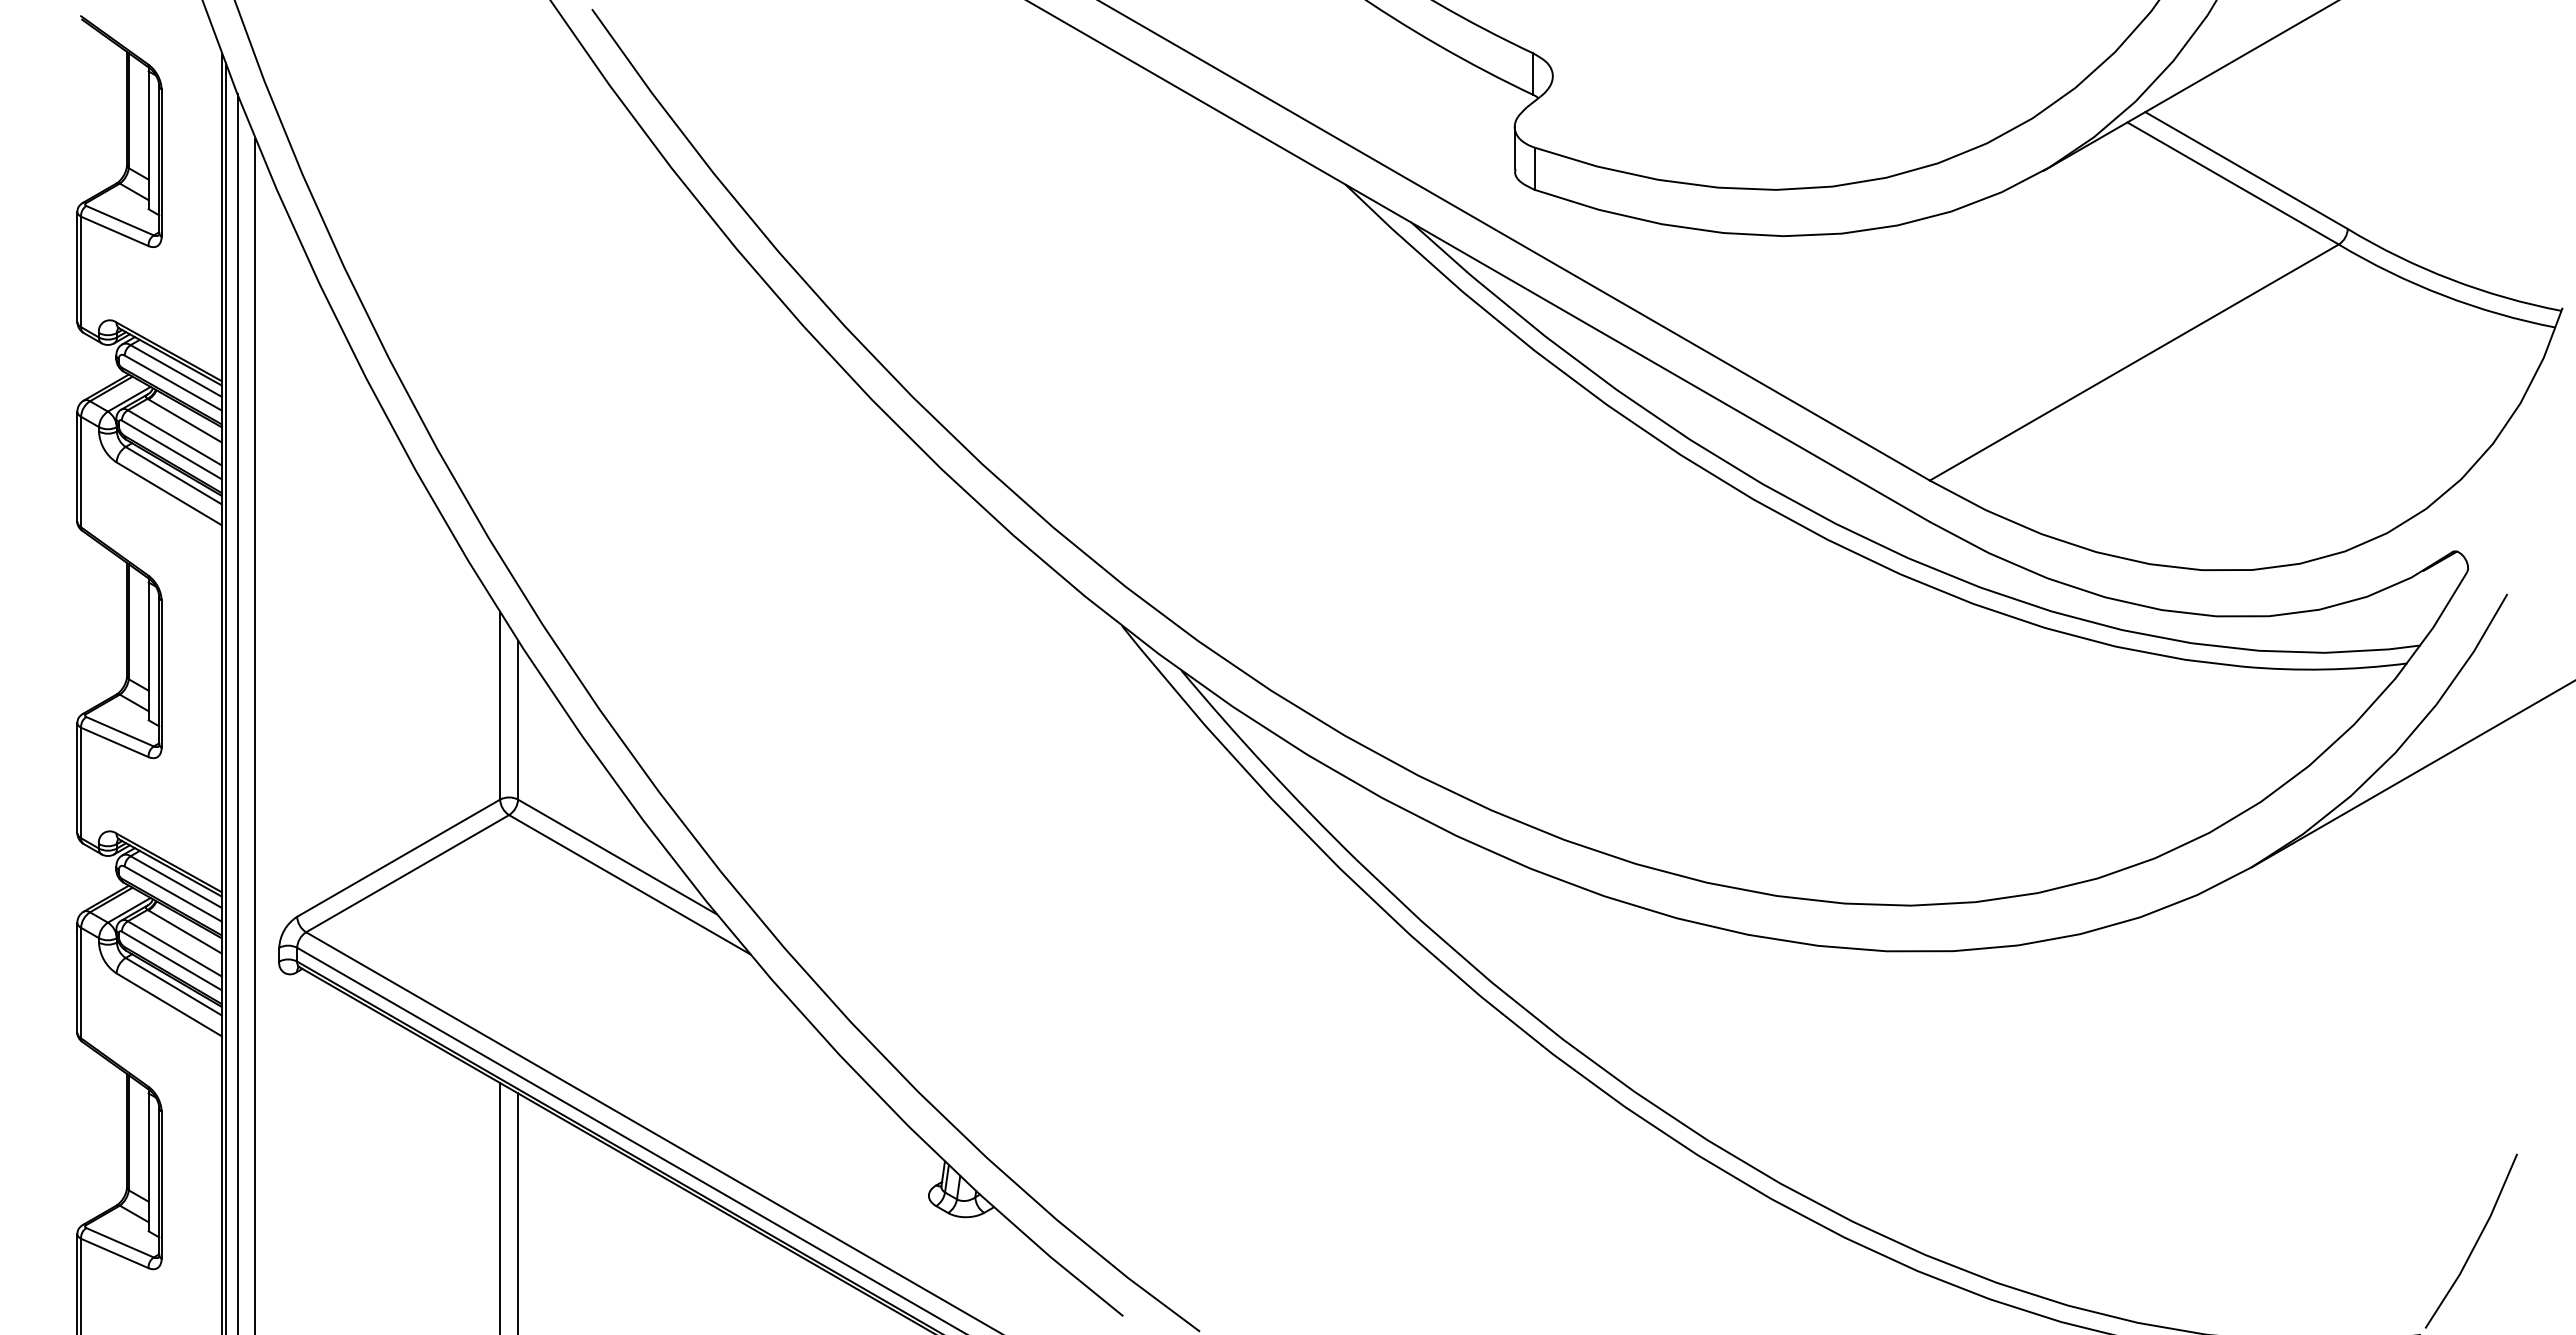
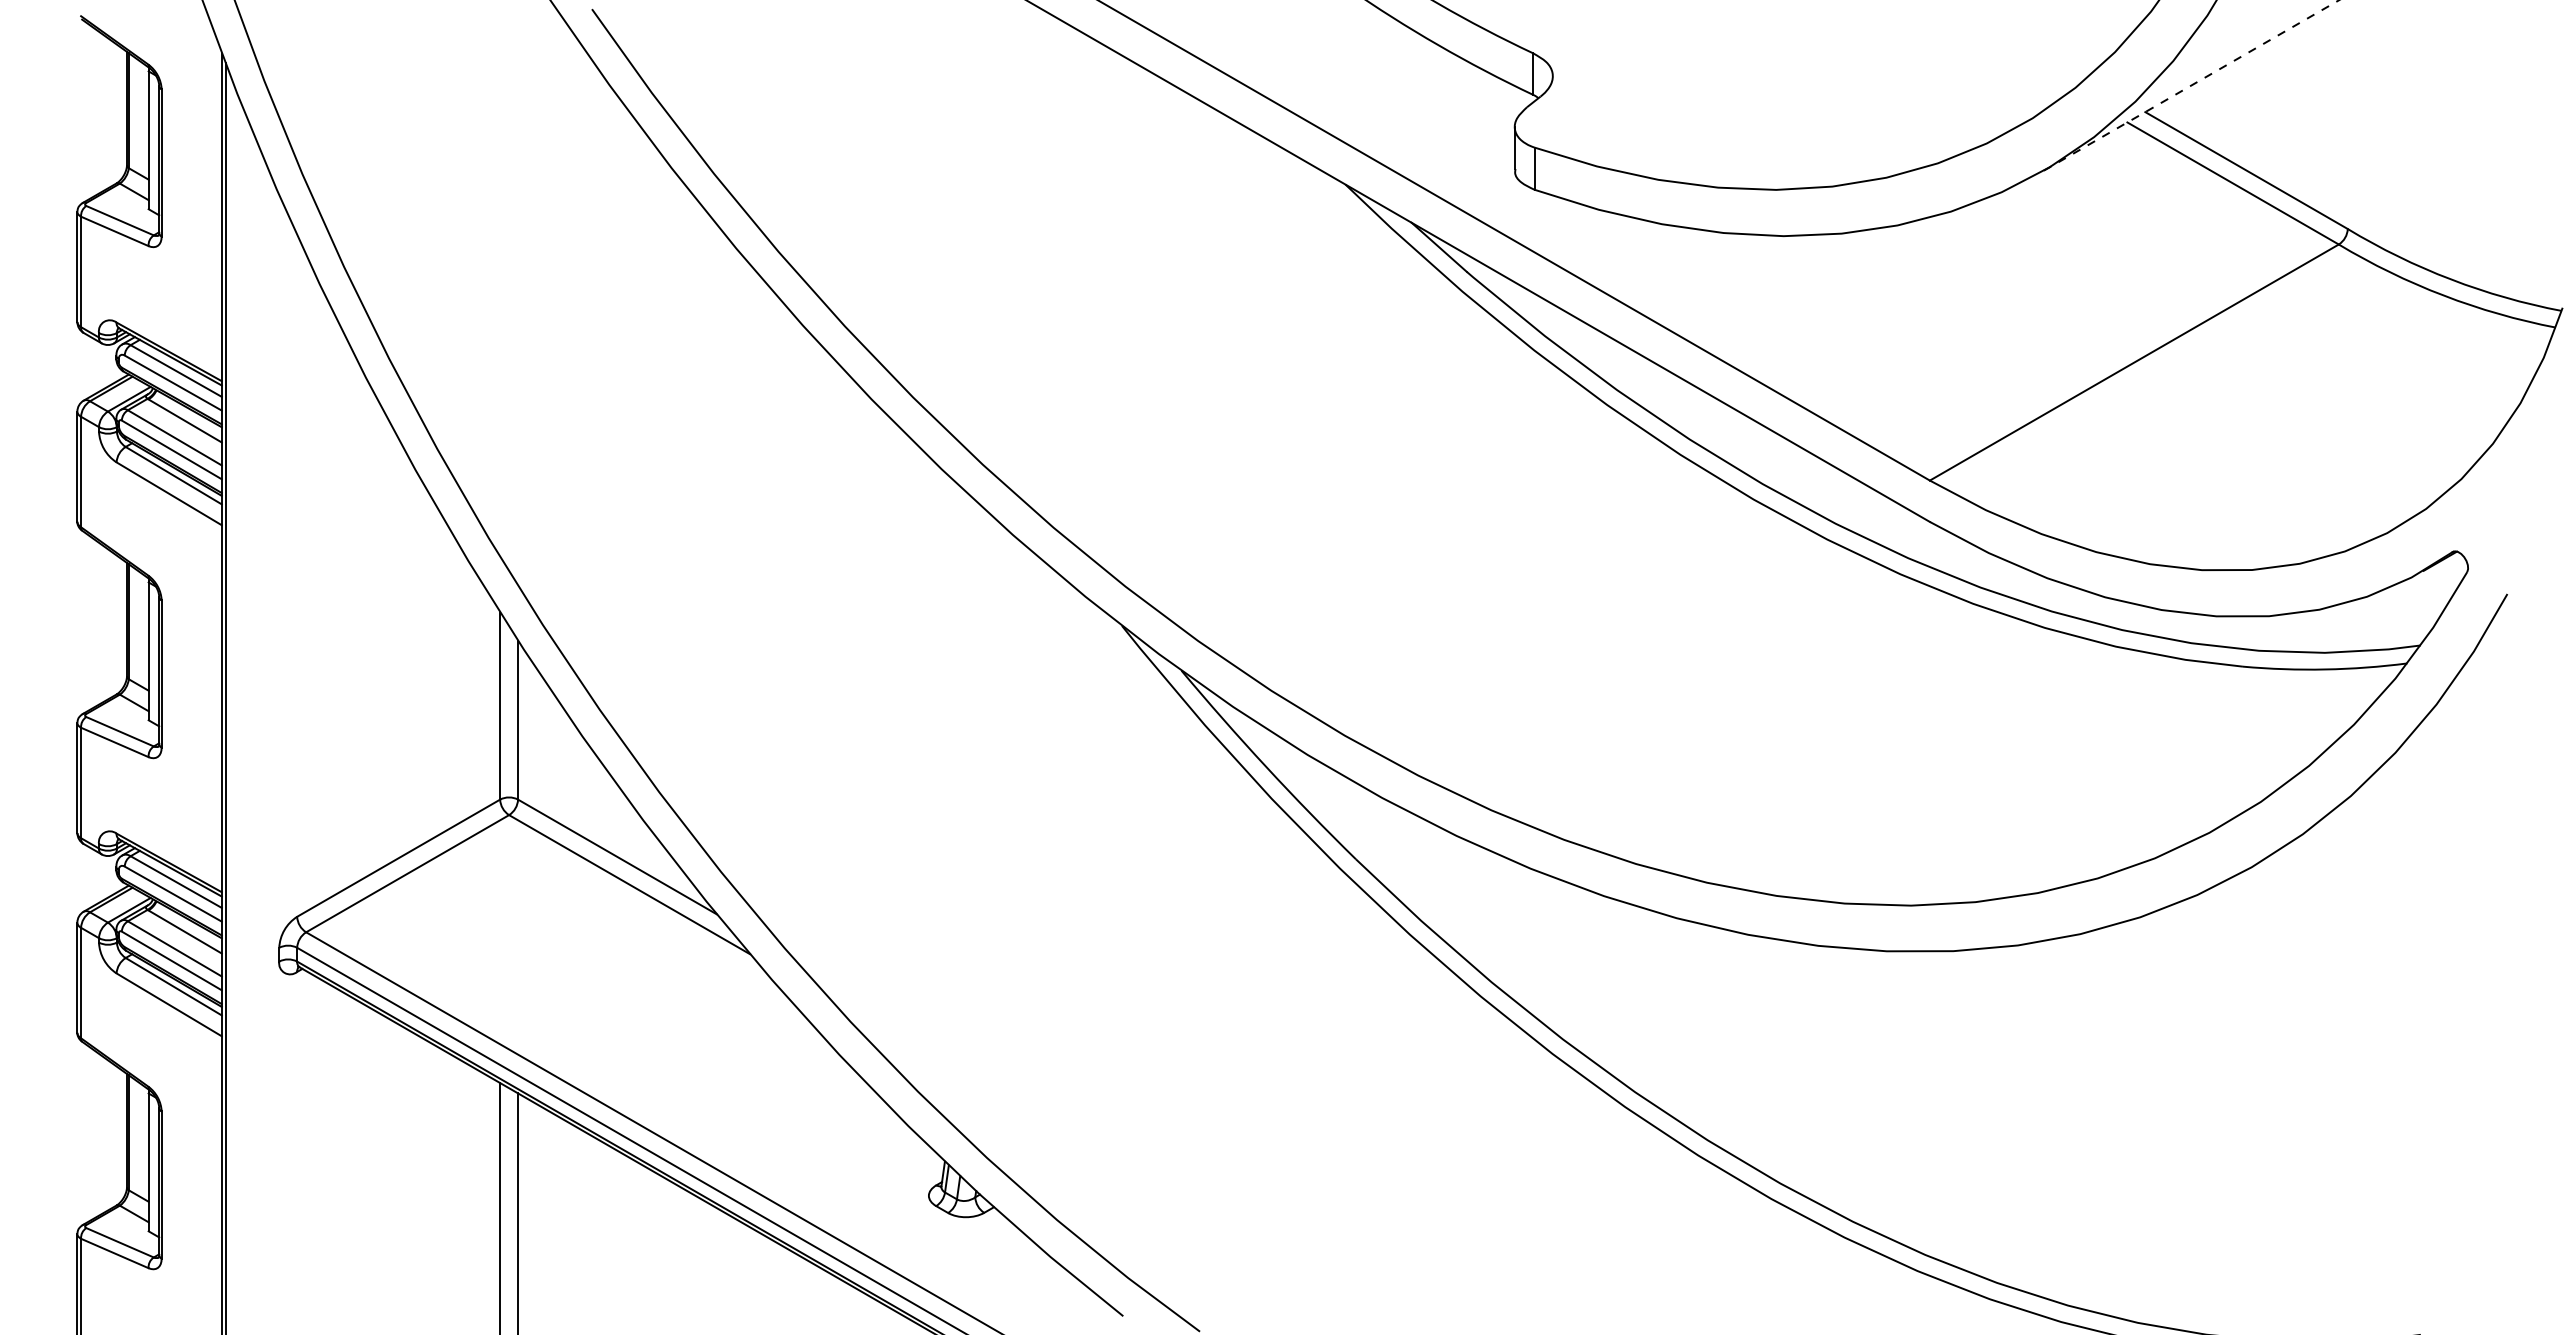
line at (2191, 85): solid -> dashed
line at (237, 712): present -> none
line at (255, 734): present -> none
line at (2412, 774): present -> none
line at (2475, 1242): present -> none
